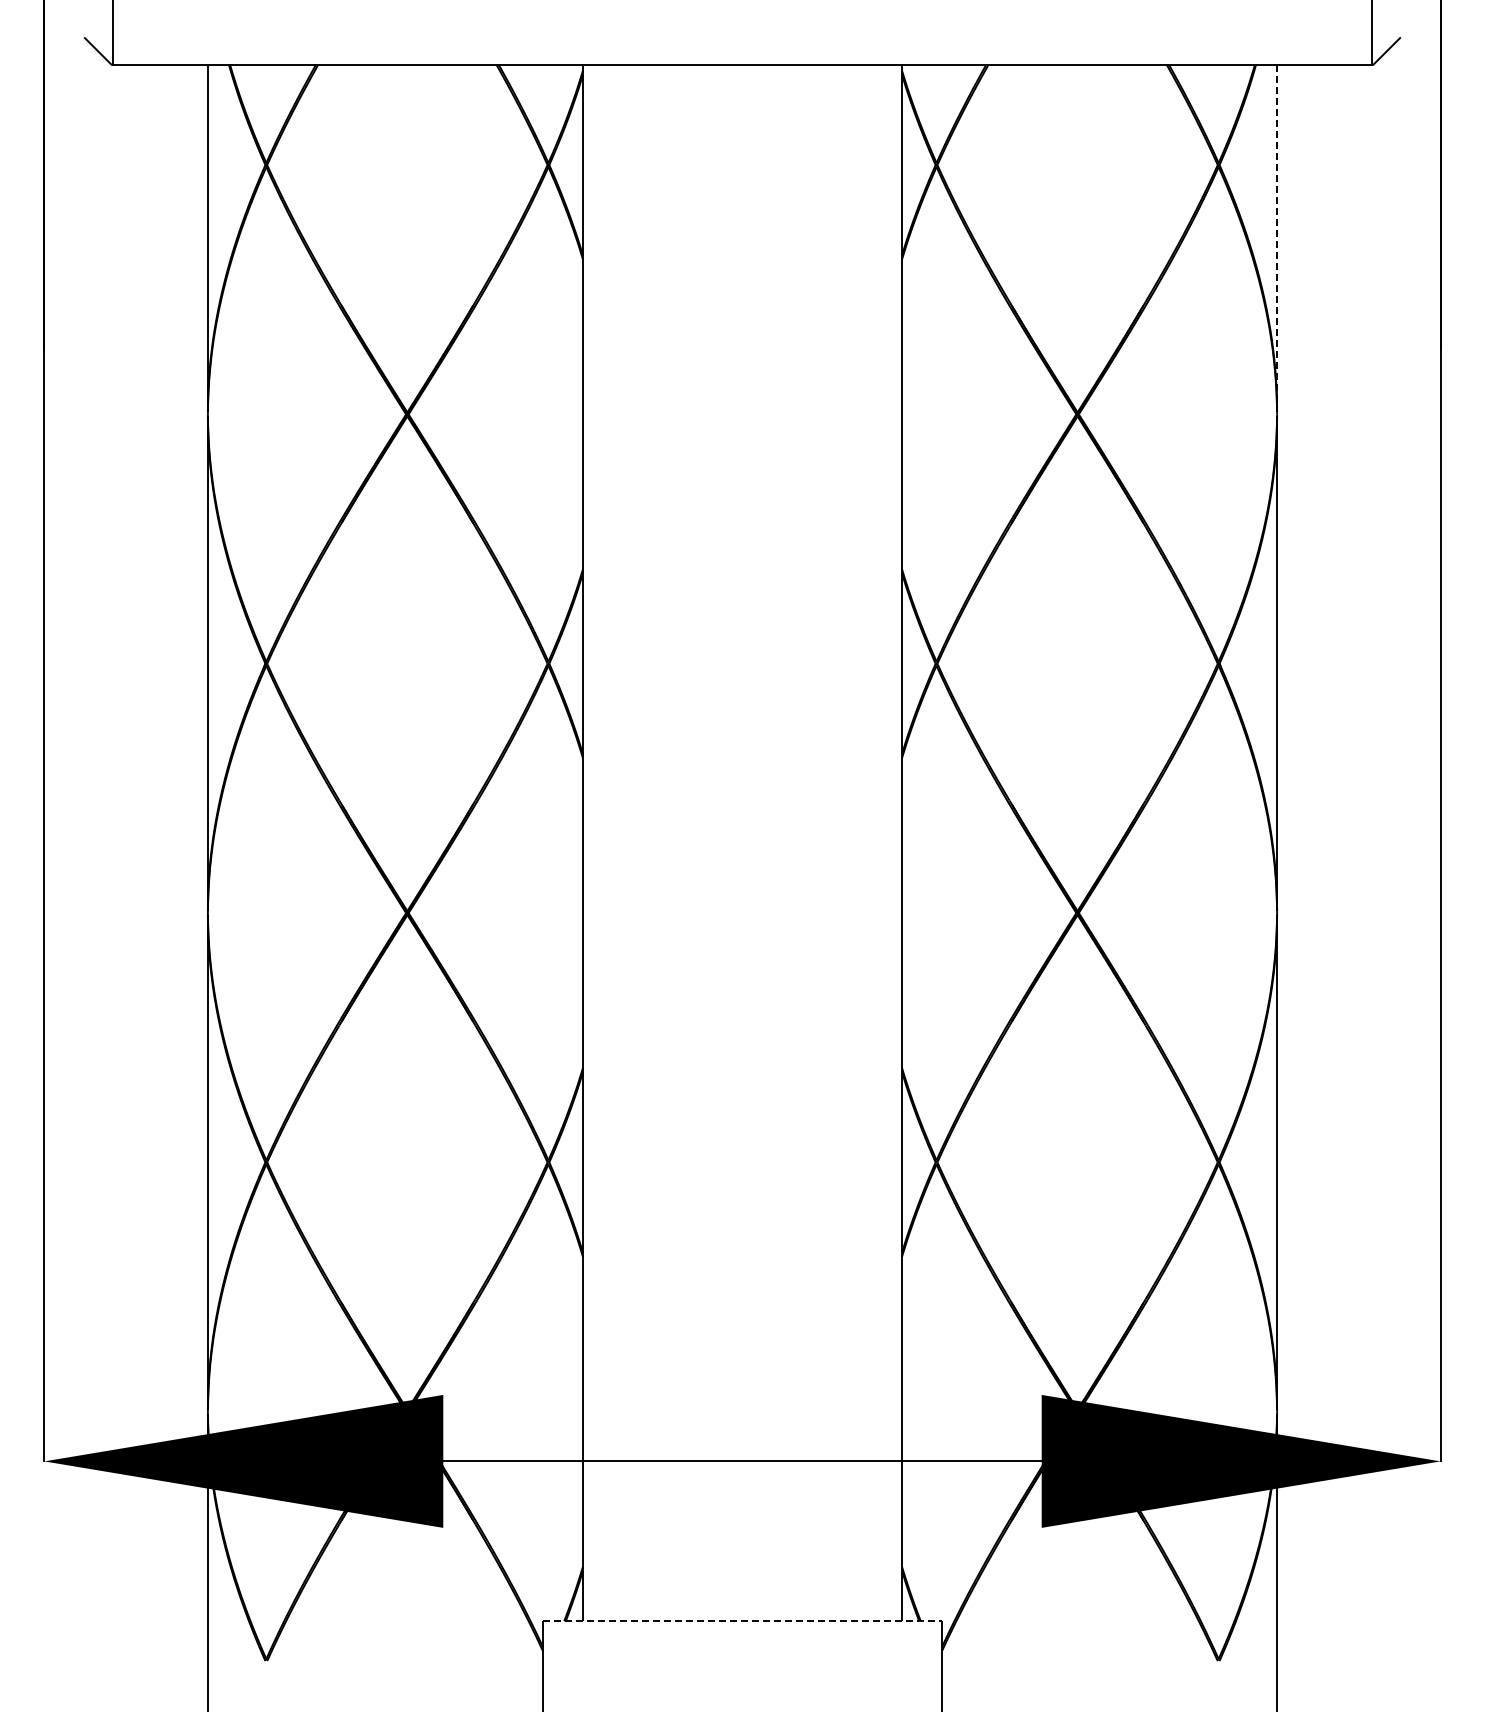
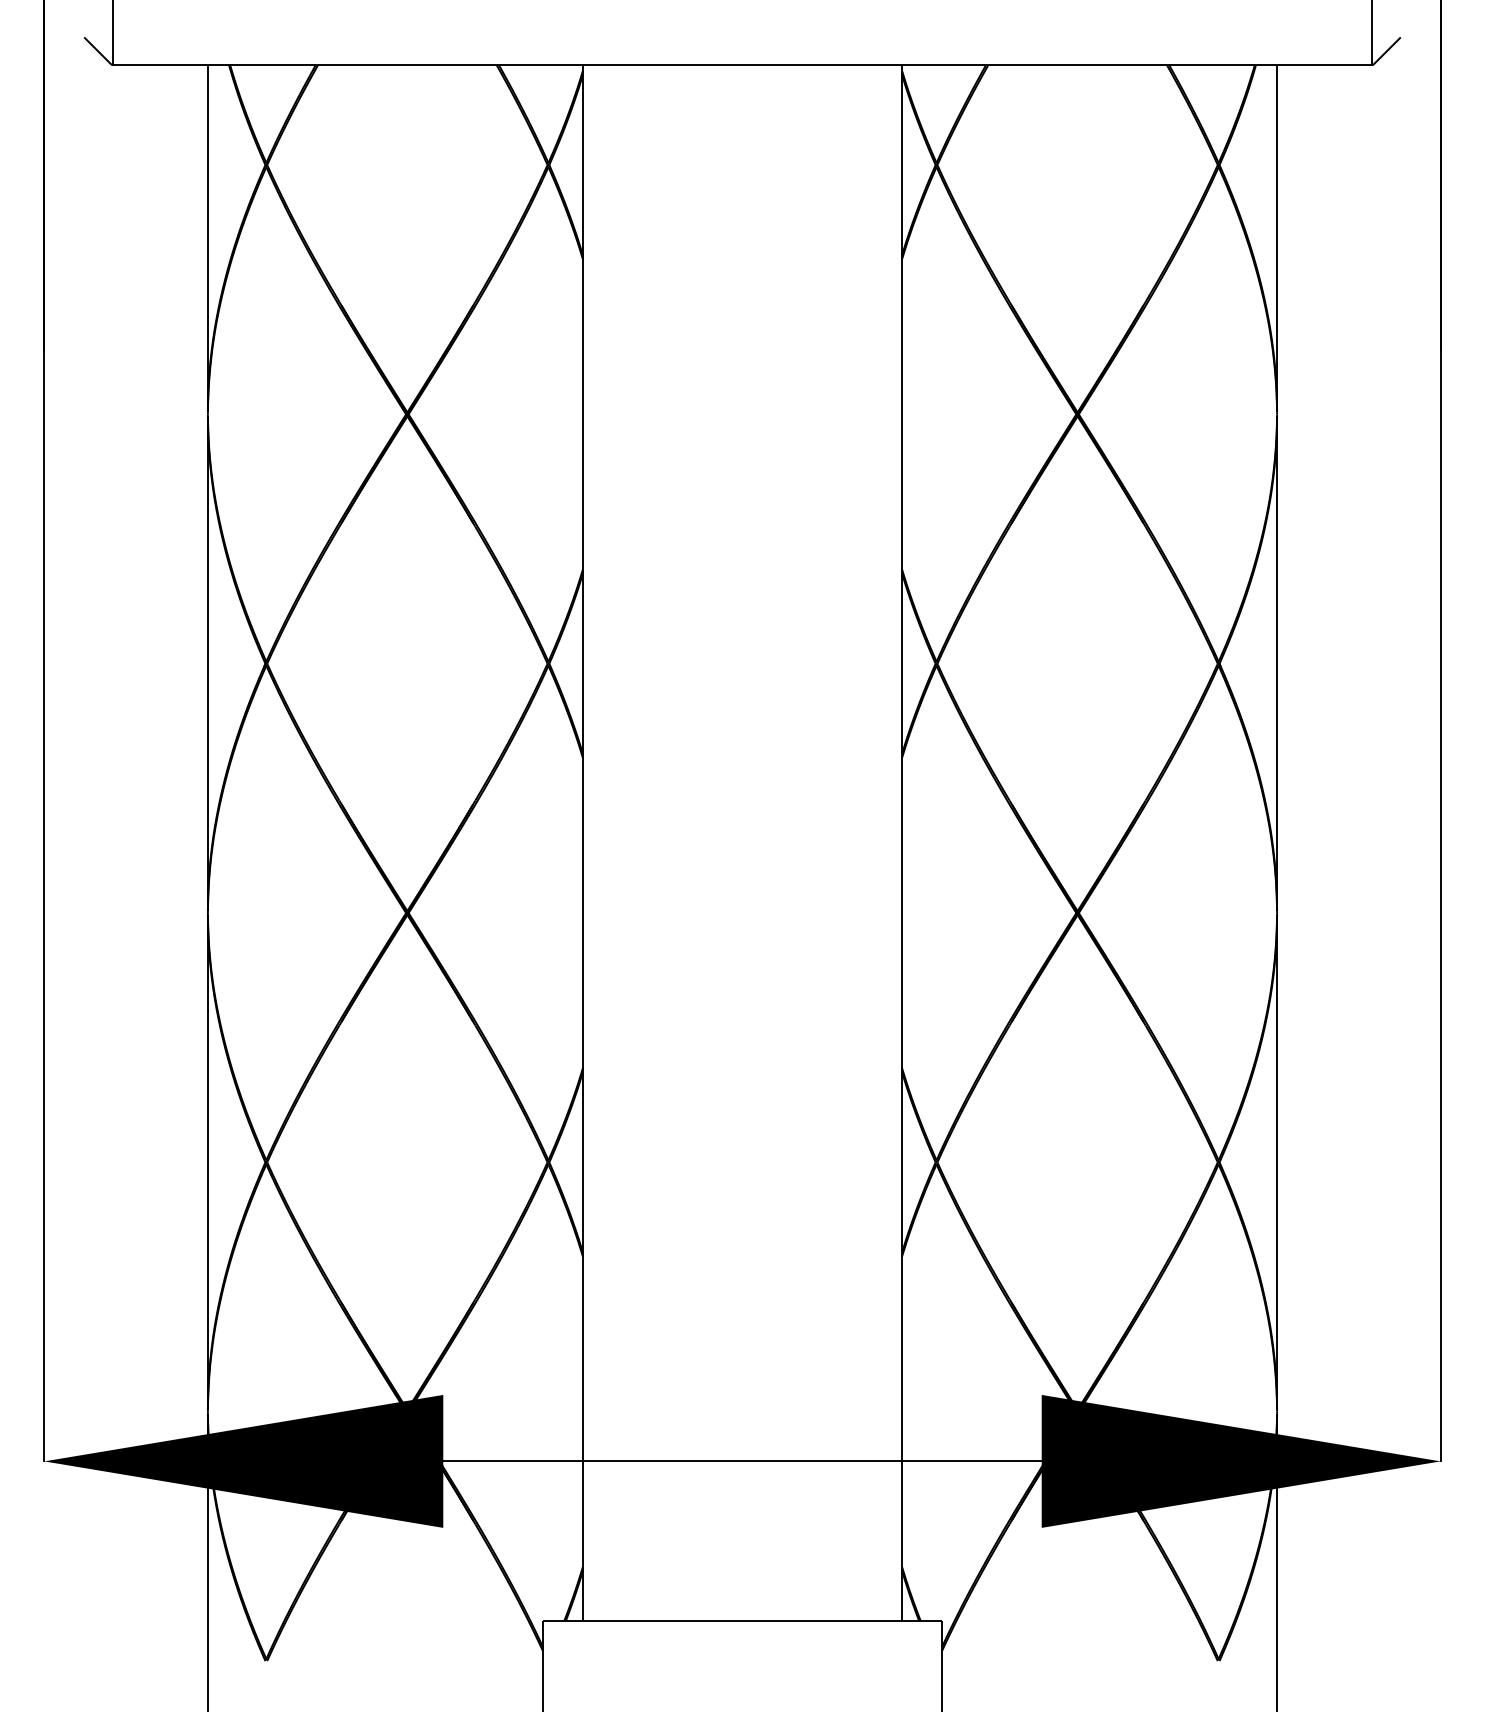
line at (1277, 238): dashed -> solid
line at (743, 1621): dashed -> solid
